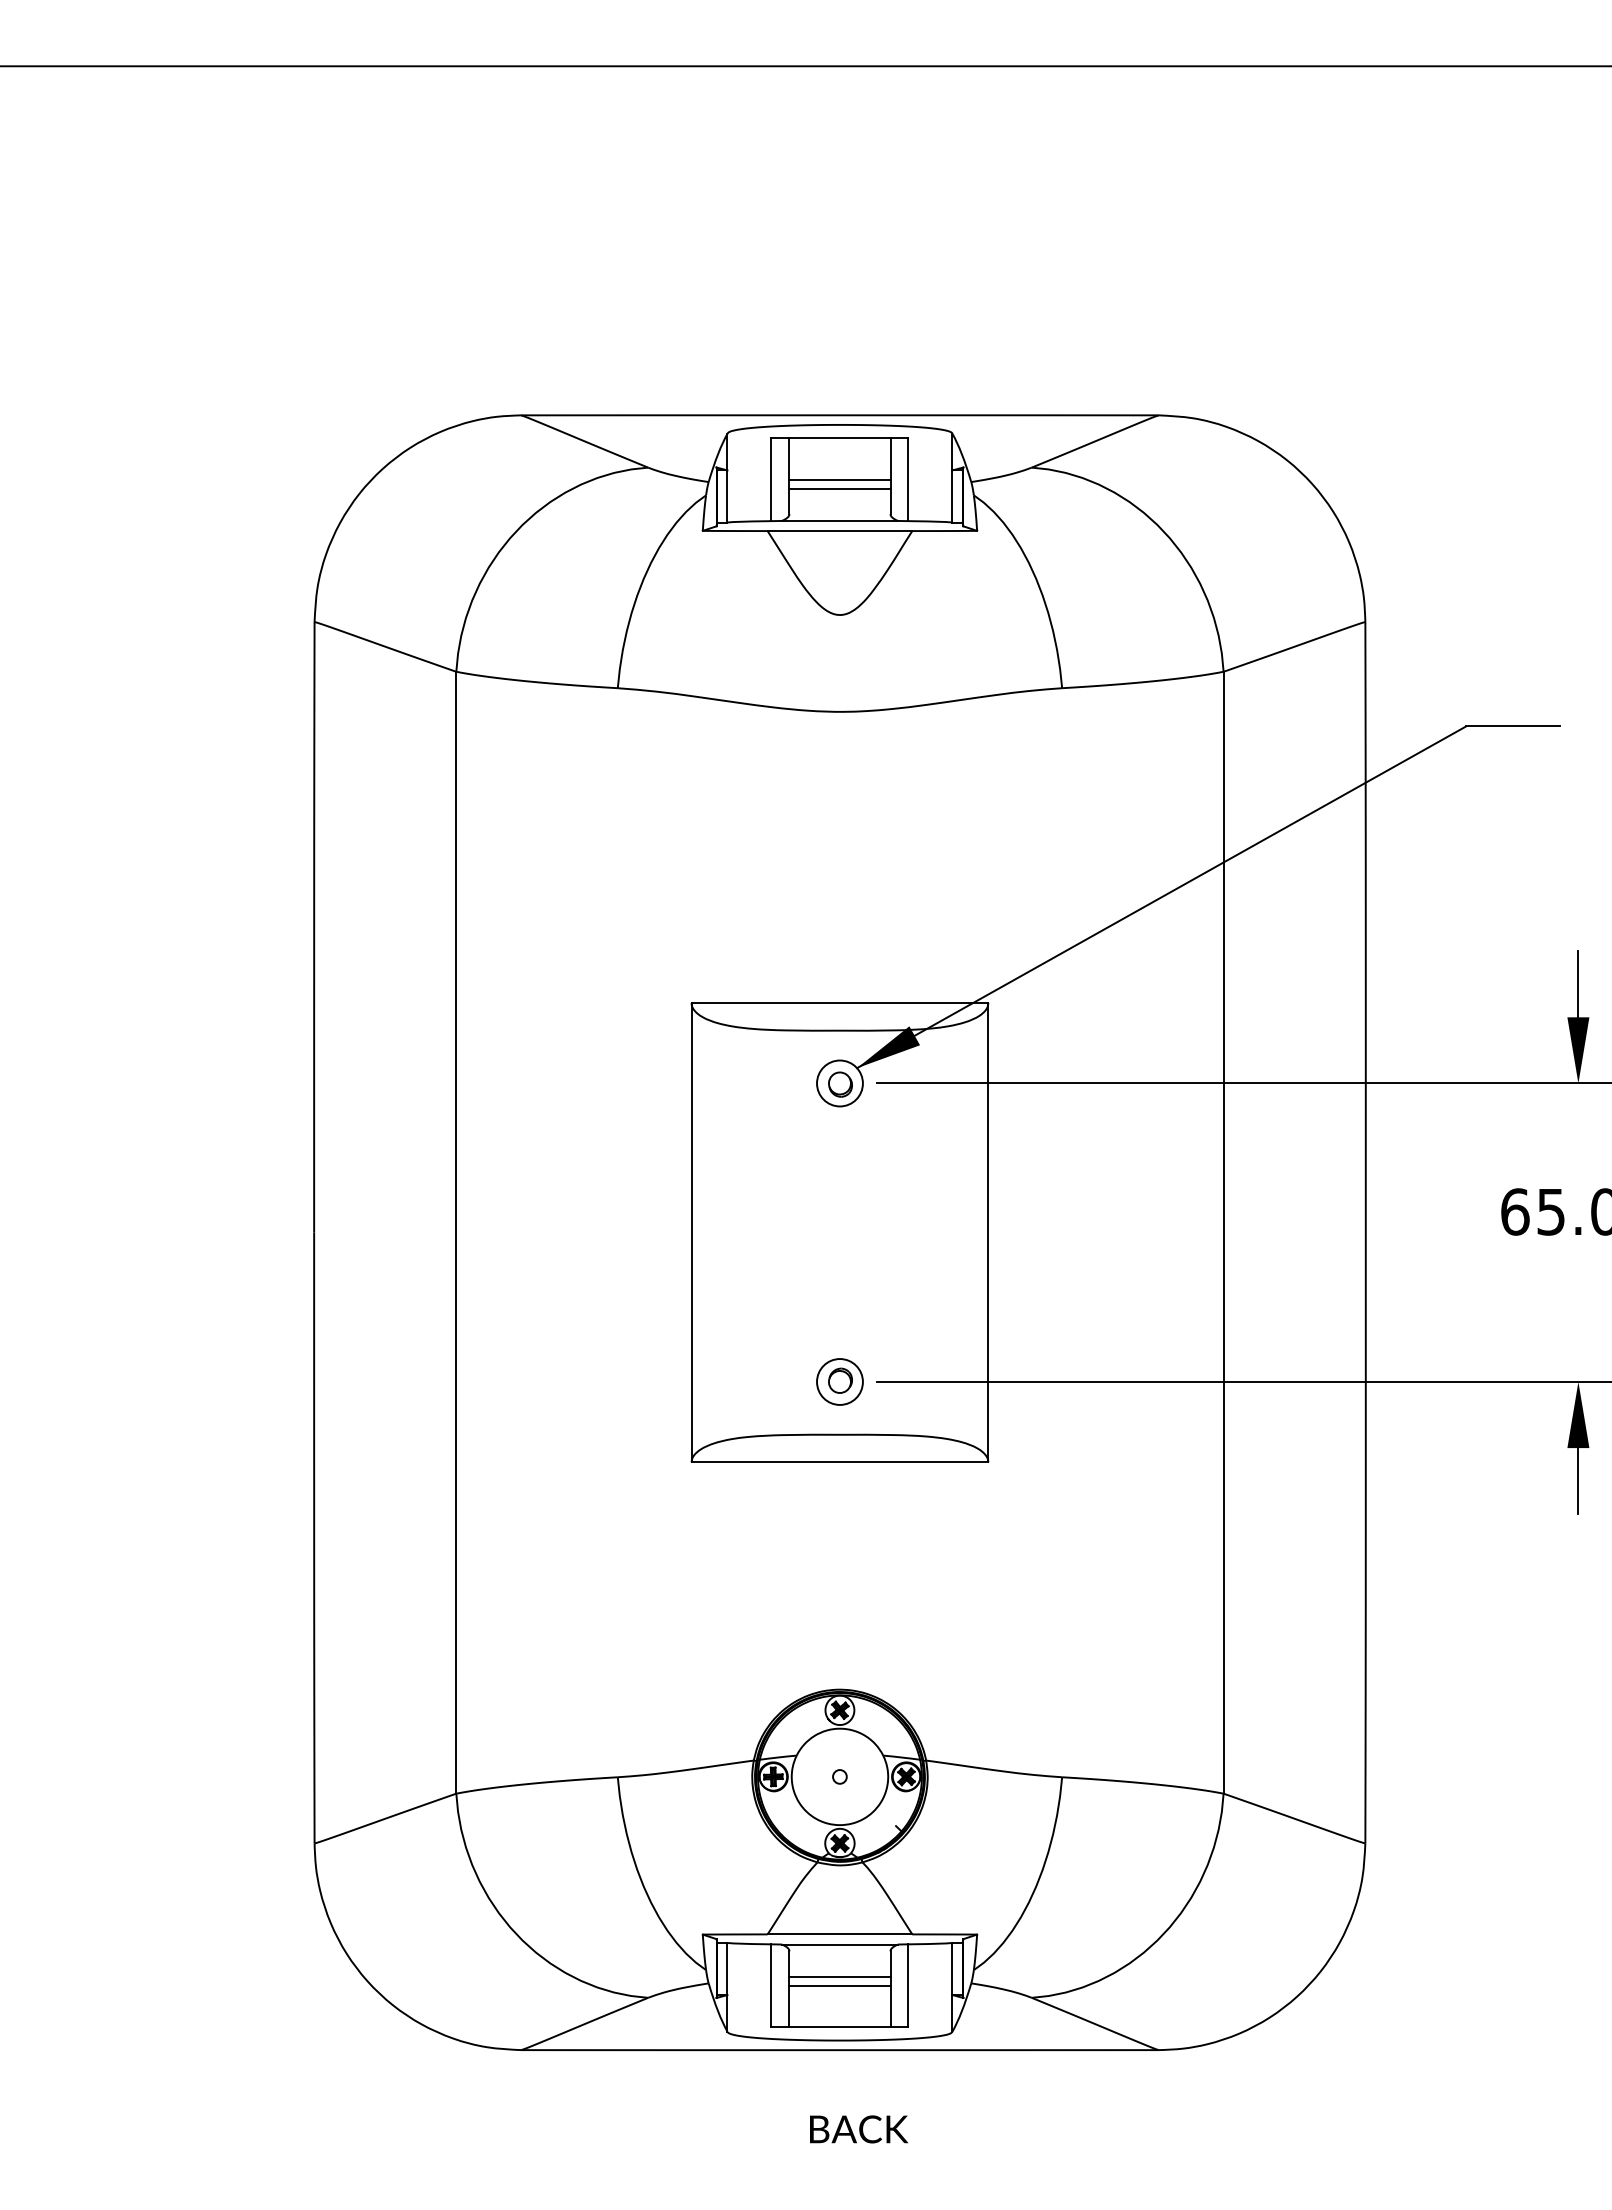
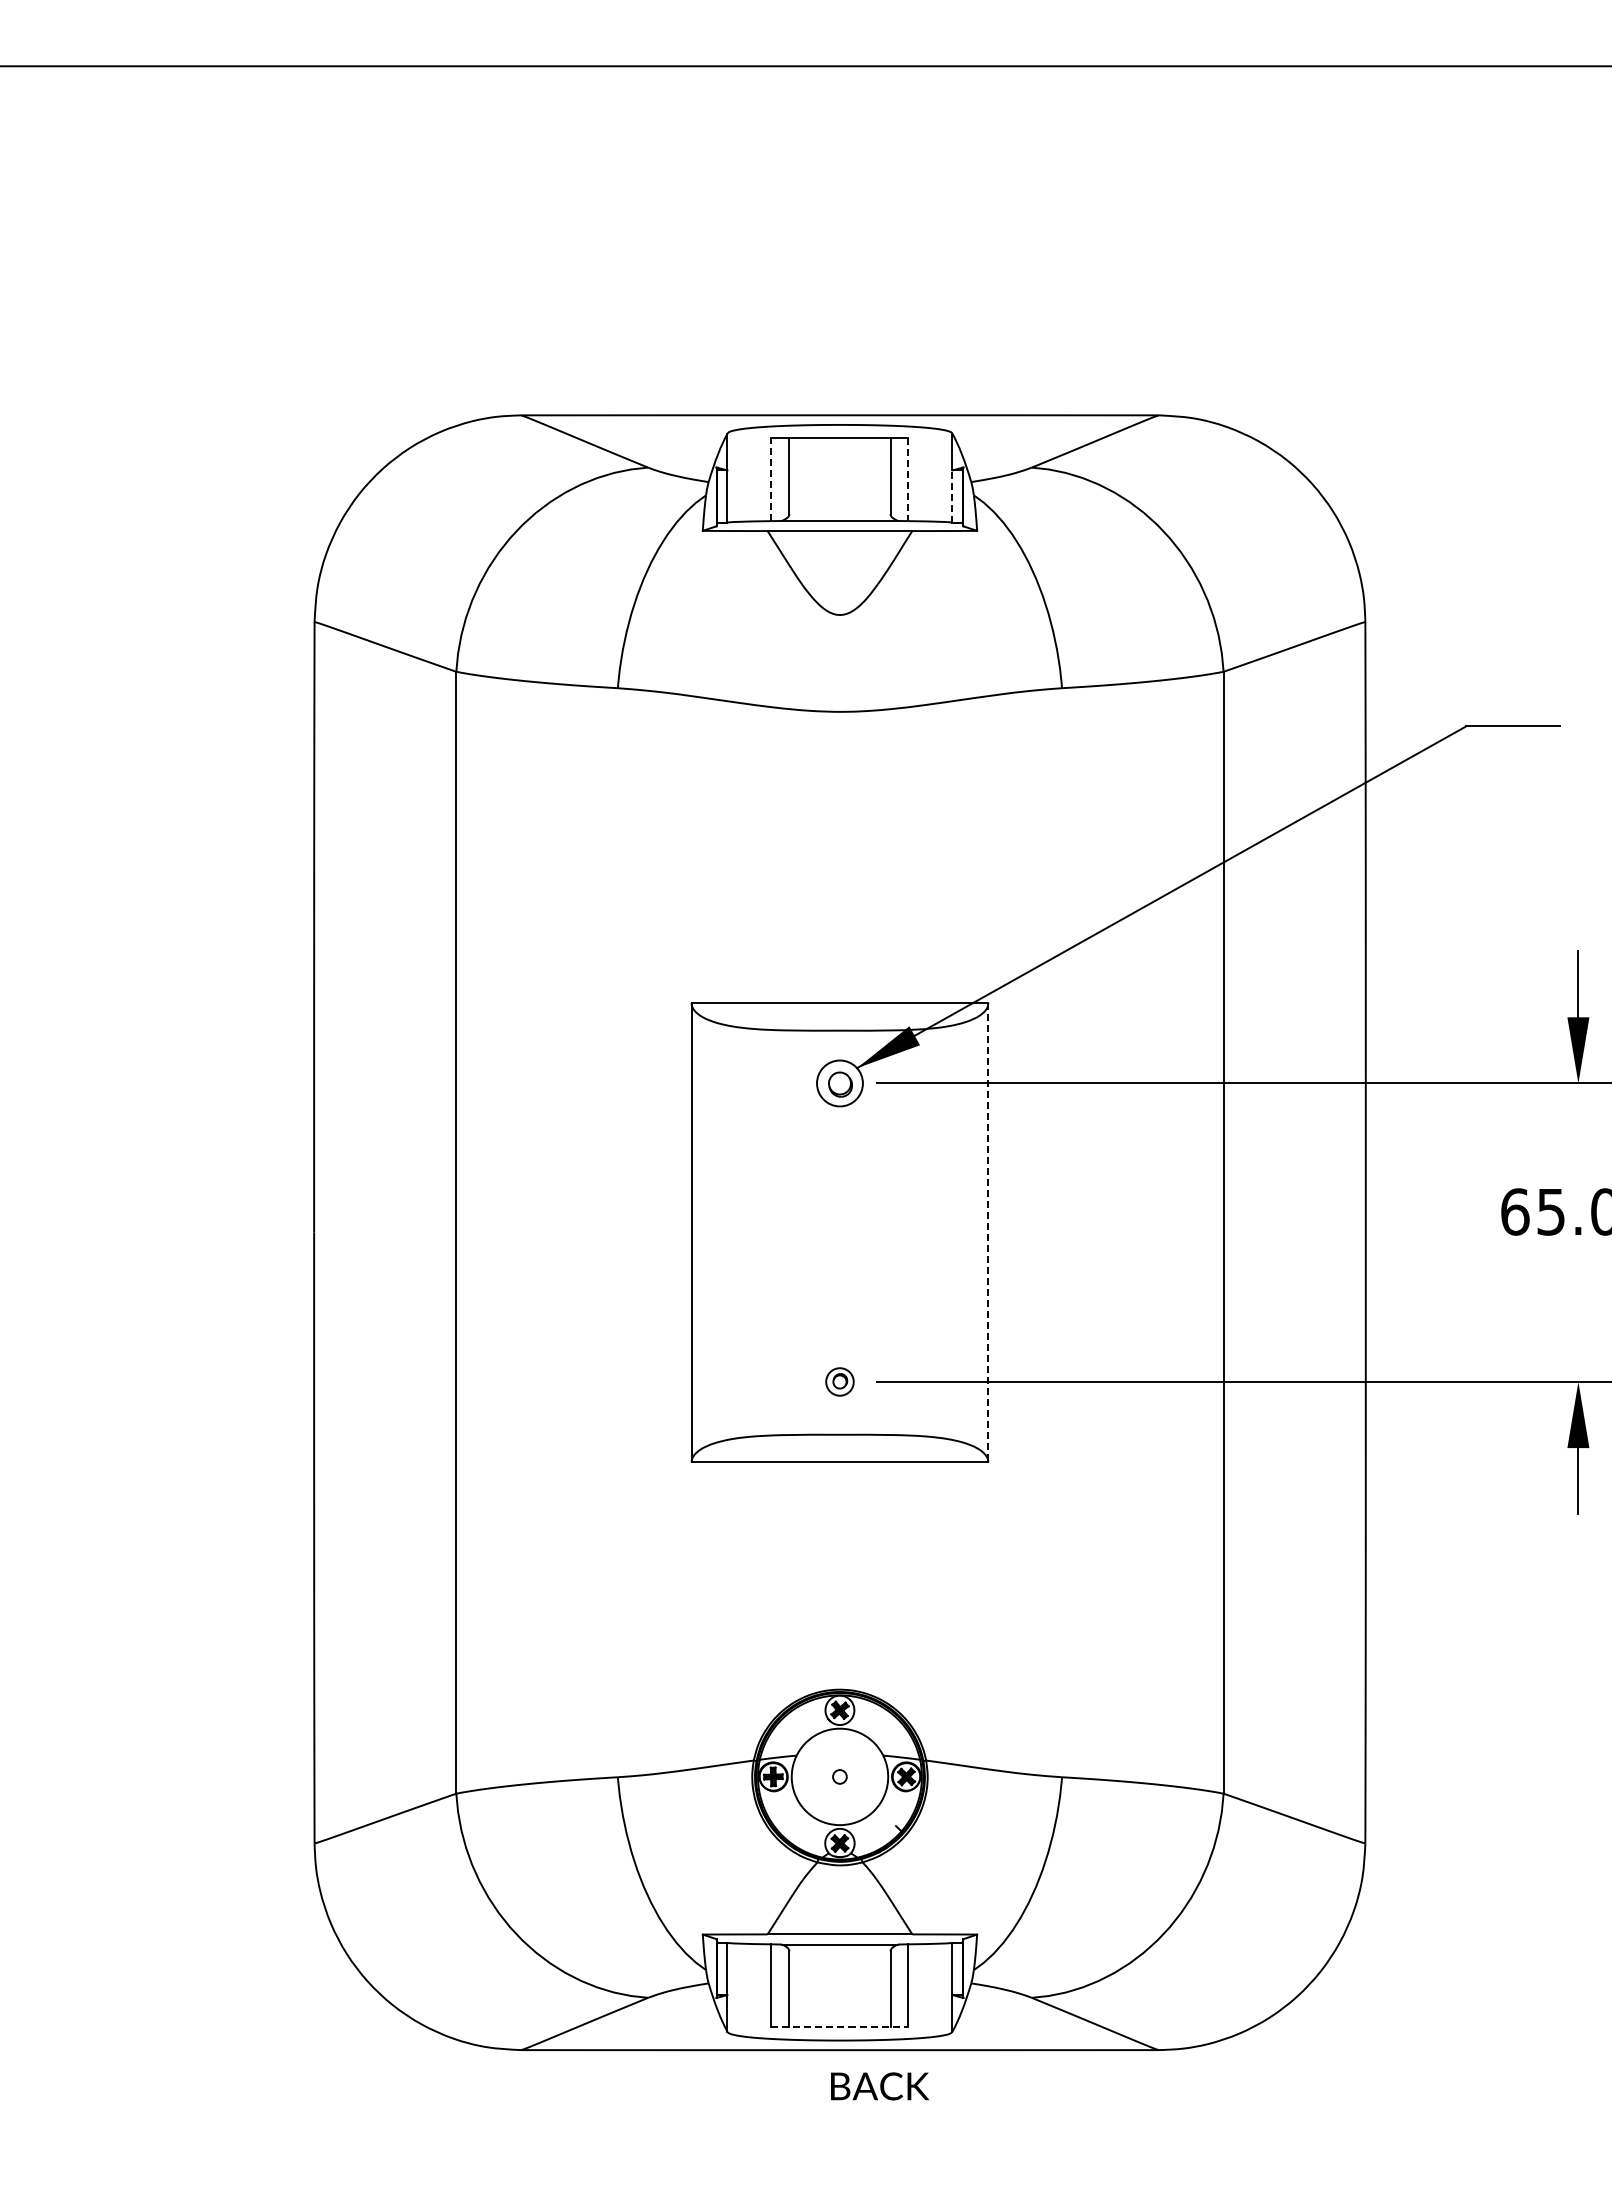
line at (771, 479): solid -> dashed
line at (839, 479): present -> none
line at (908, 480): solid -> dashed
line at (839, 488): present -> none
line at (952, 496): solid -> dashed
line at (988, 1232): solid -> dashed
part at (839, 1381) size: 48x48 px -> 30x30 px
line at (839, 1976): present -> none
line at (839, 1985): present -> none
line at (840, 2027): solid -> dashed
text at (858, 2129) position: (858, 2129) -> (879, 2086)
